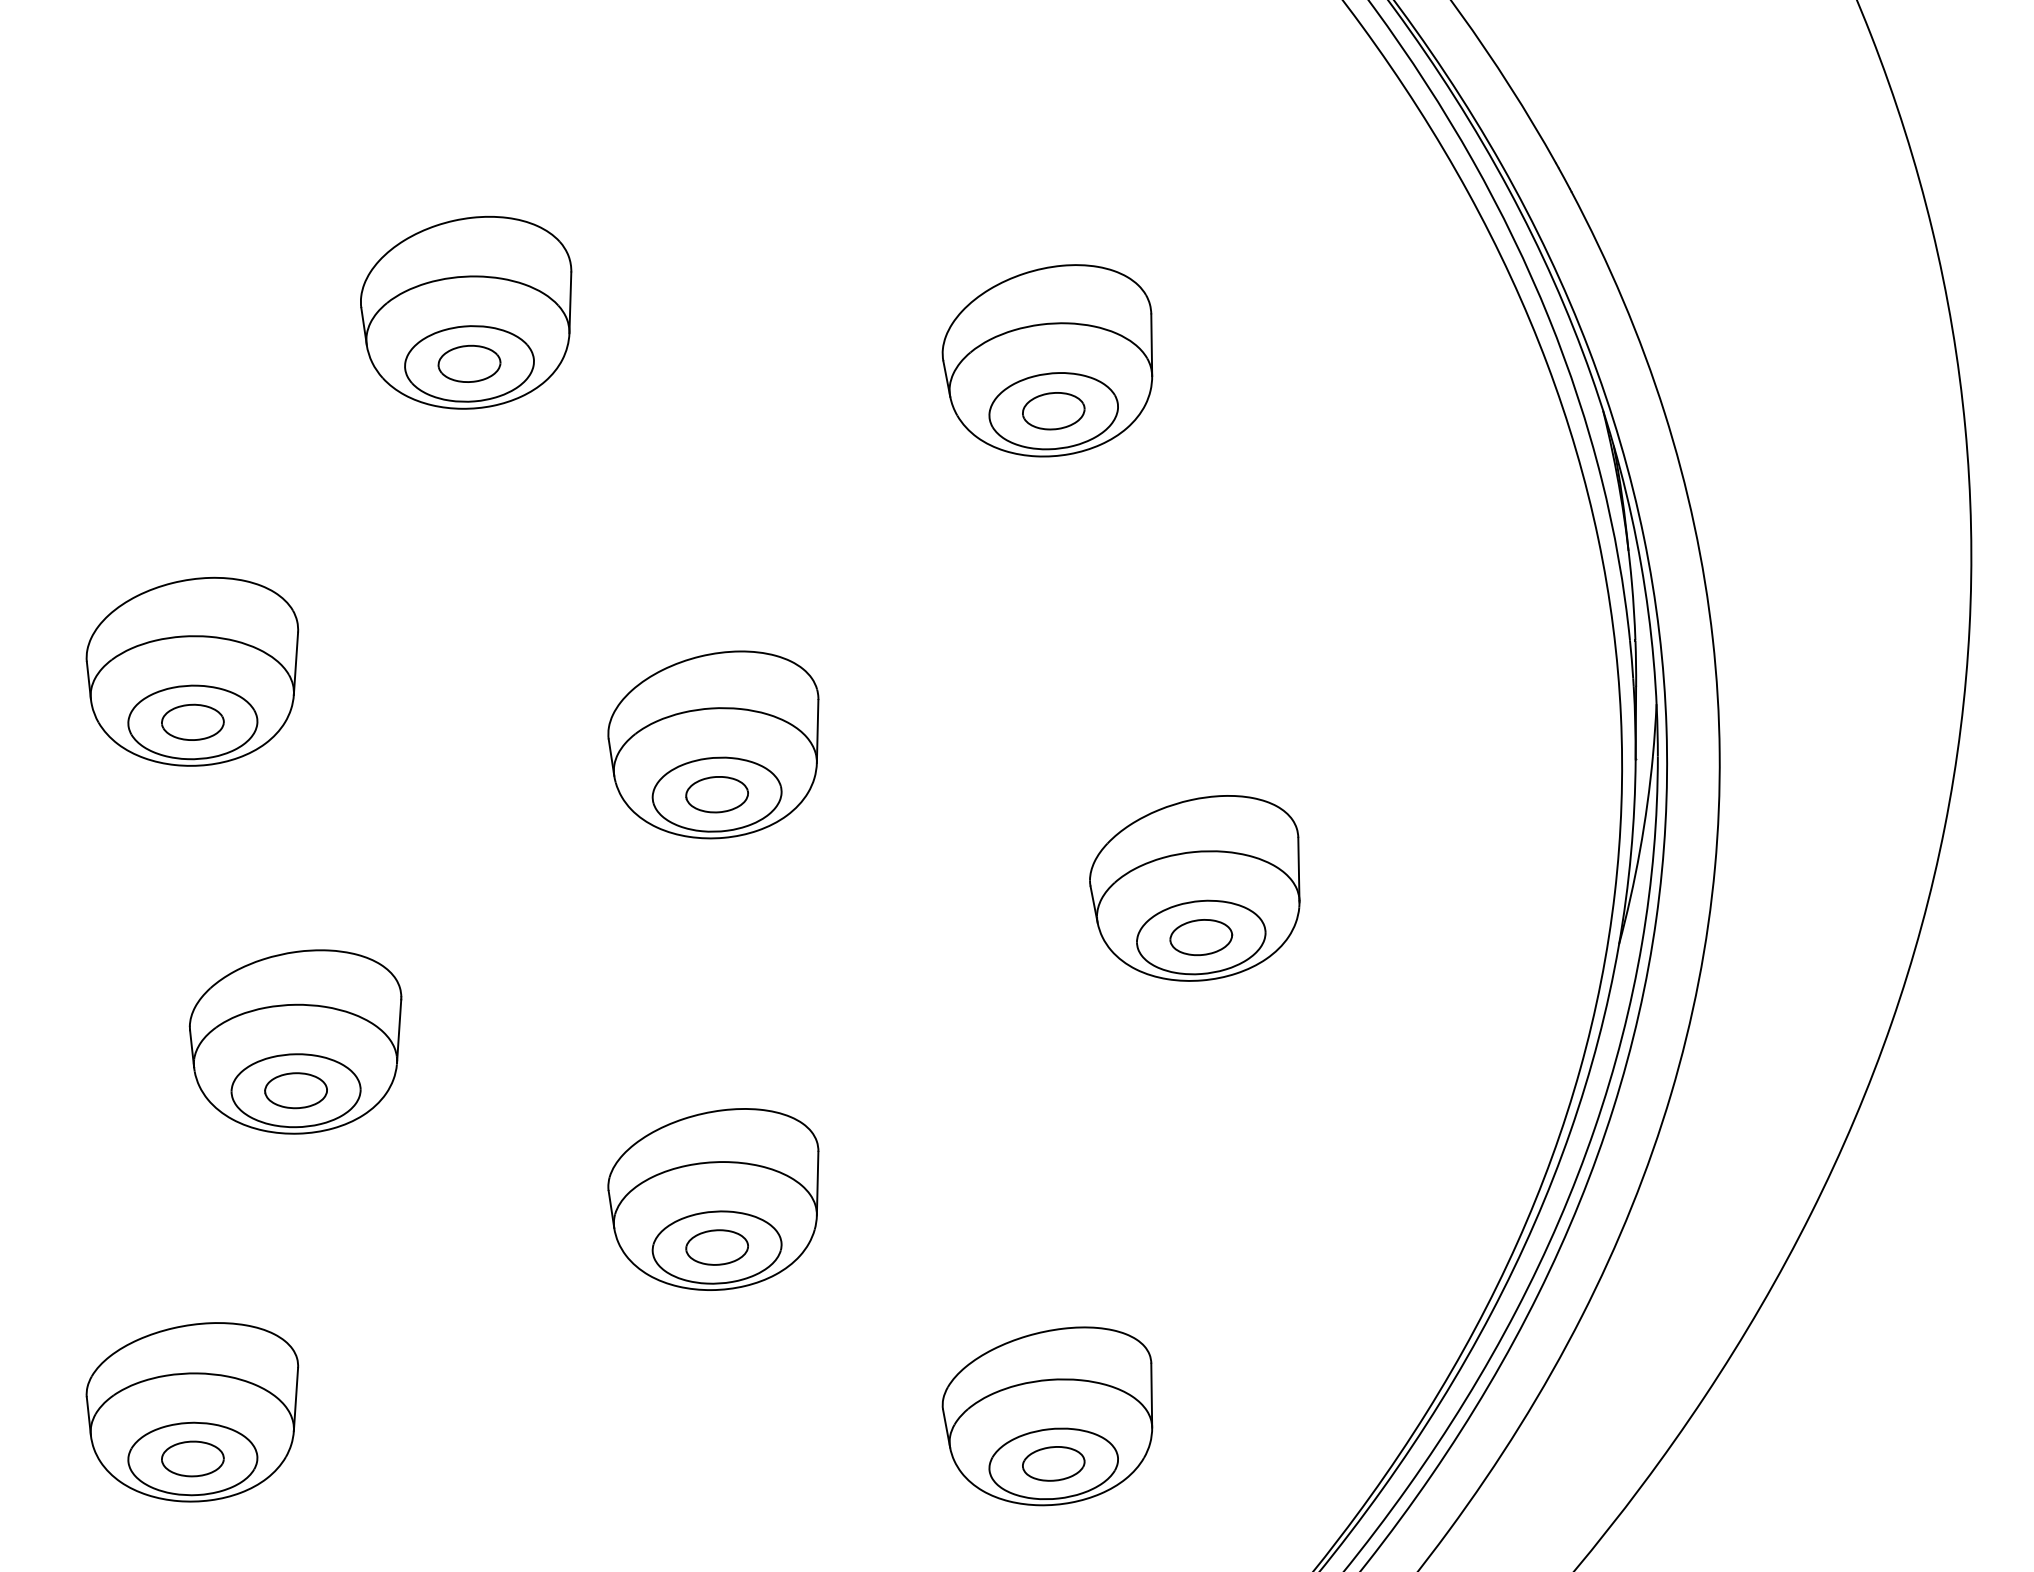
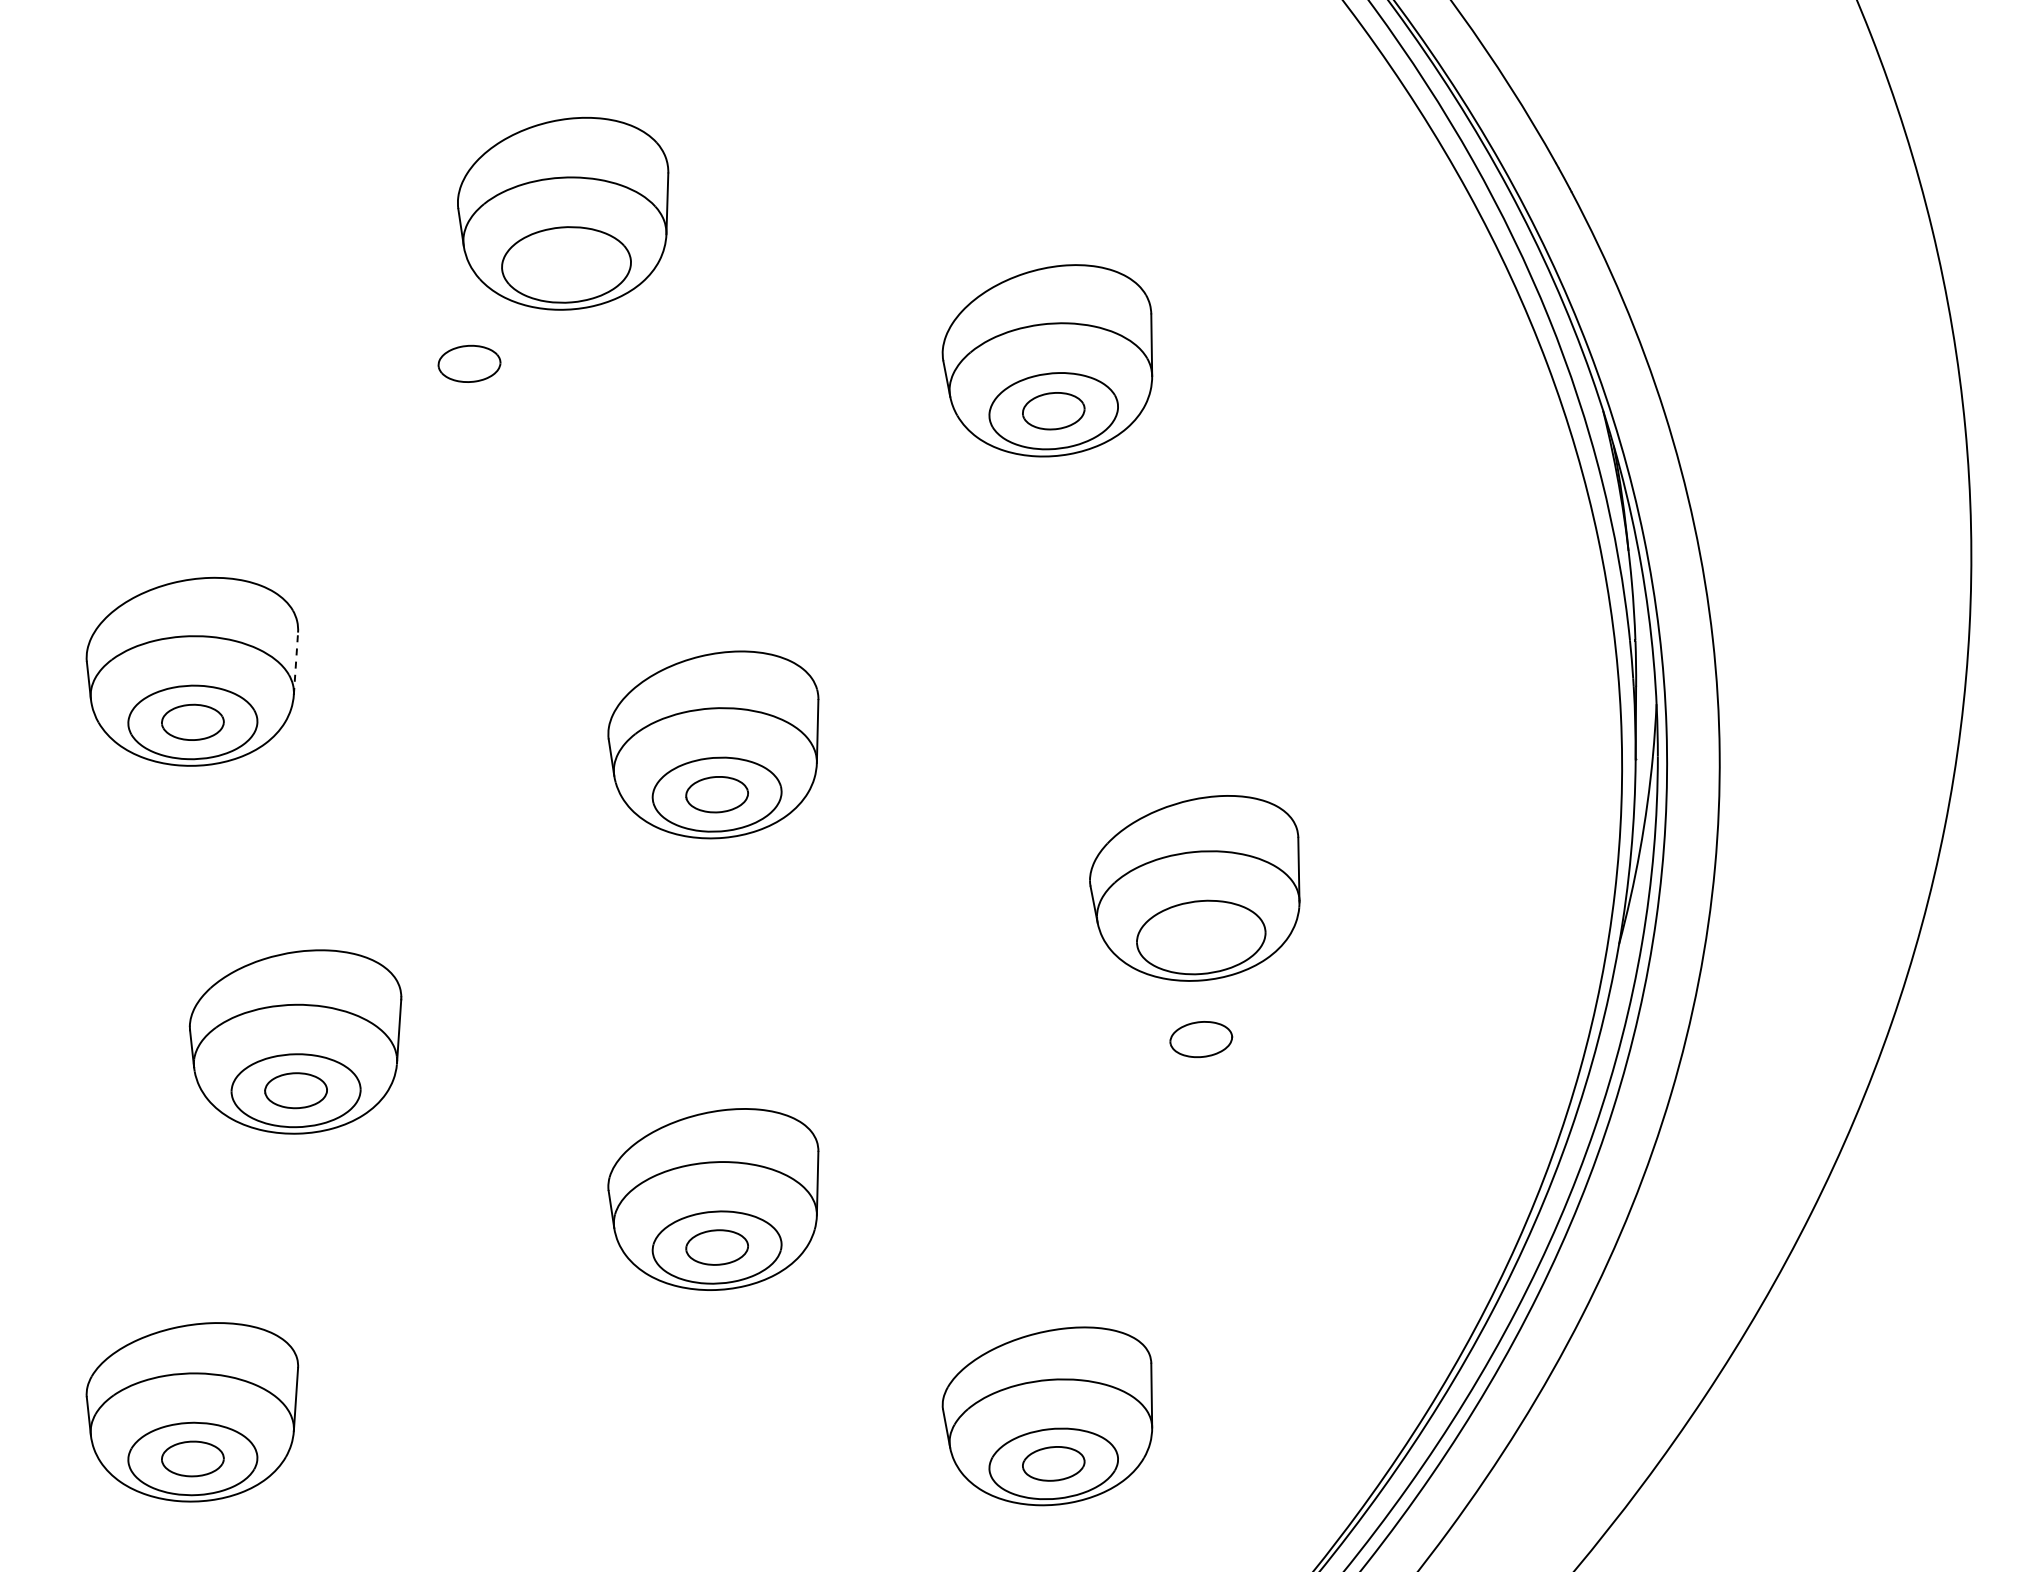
part at (466, 312) position: (466, 312) -> (563, 213)
line at (296, 663): solid -> dashed
part at (1201, 937) position: (1201, 937) -> (1201, 1039)
